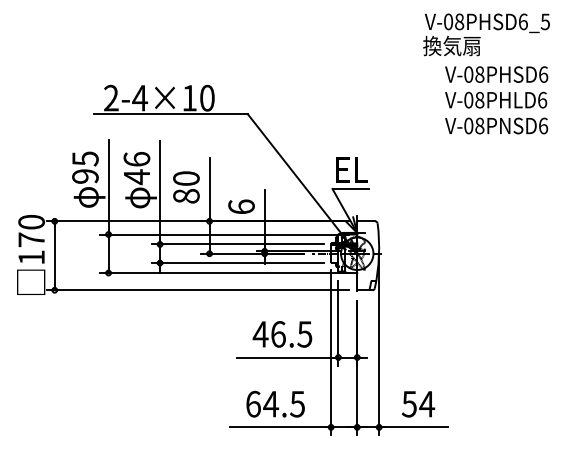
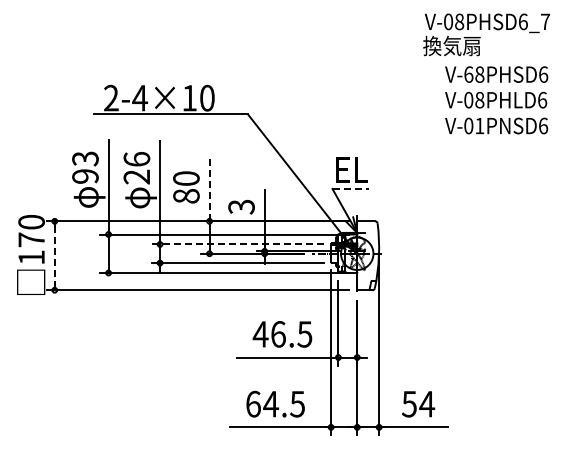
text at (545, 21): V-08PHSD6_5 -> V-08PHSD6_7
text at (468, 74): V-08PHSD6 -> V-68PHSD6
text at (479, 125): V-08PNSD6 -> V-01PNSD6
text at (85, 158): 95 -> 93
text at (136, 177): 46 -> 26
line at (209, 189): solid -> dashed
line at (351, 189): solid -> dashed
text at (241, 206): 6 -> 3
line at (237, 244): solid -> dashed
line at (54, 255): solid -> dashed
